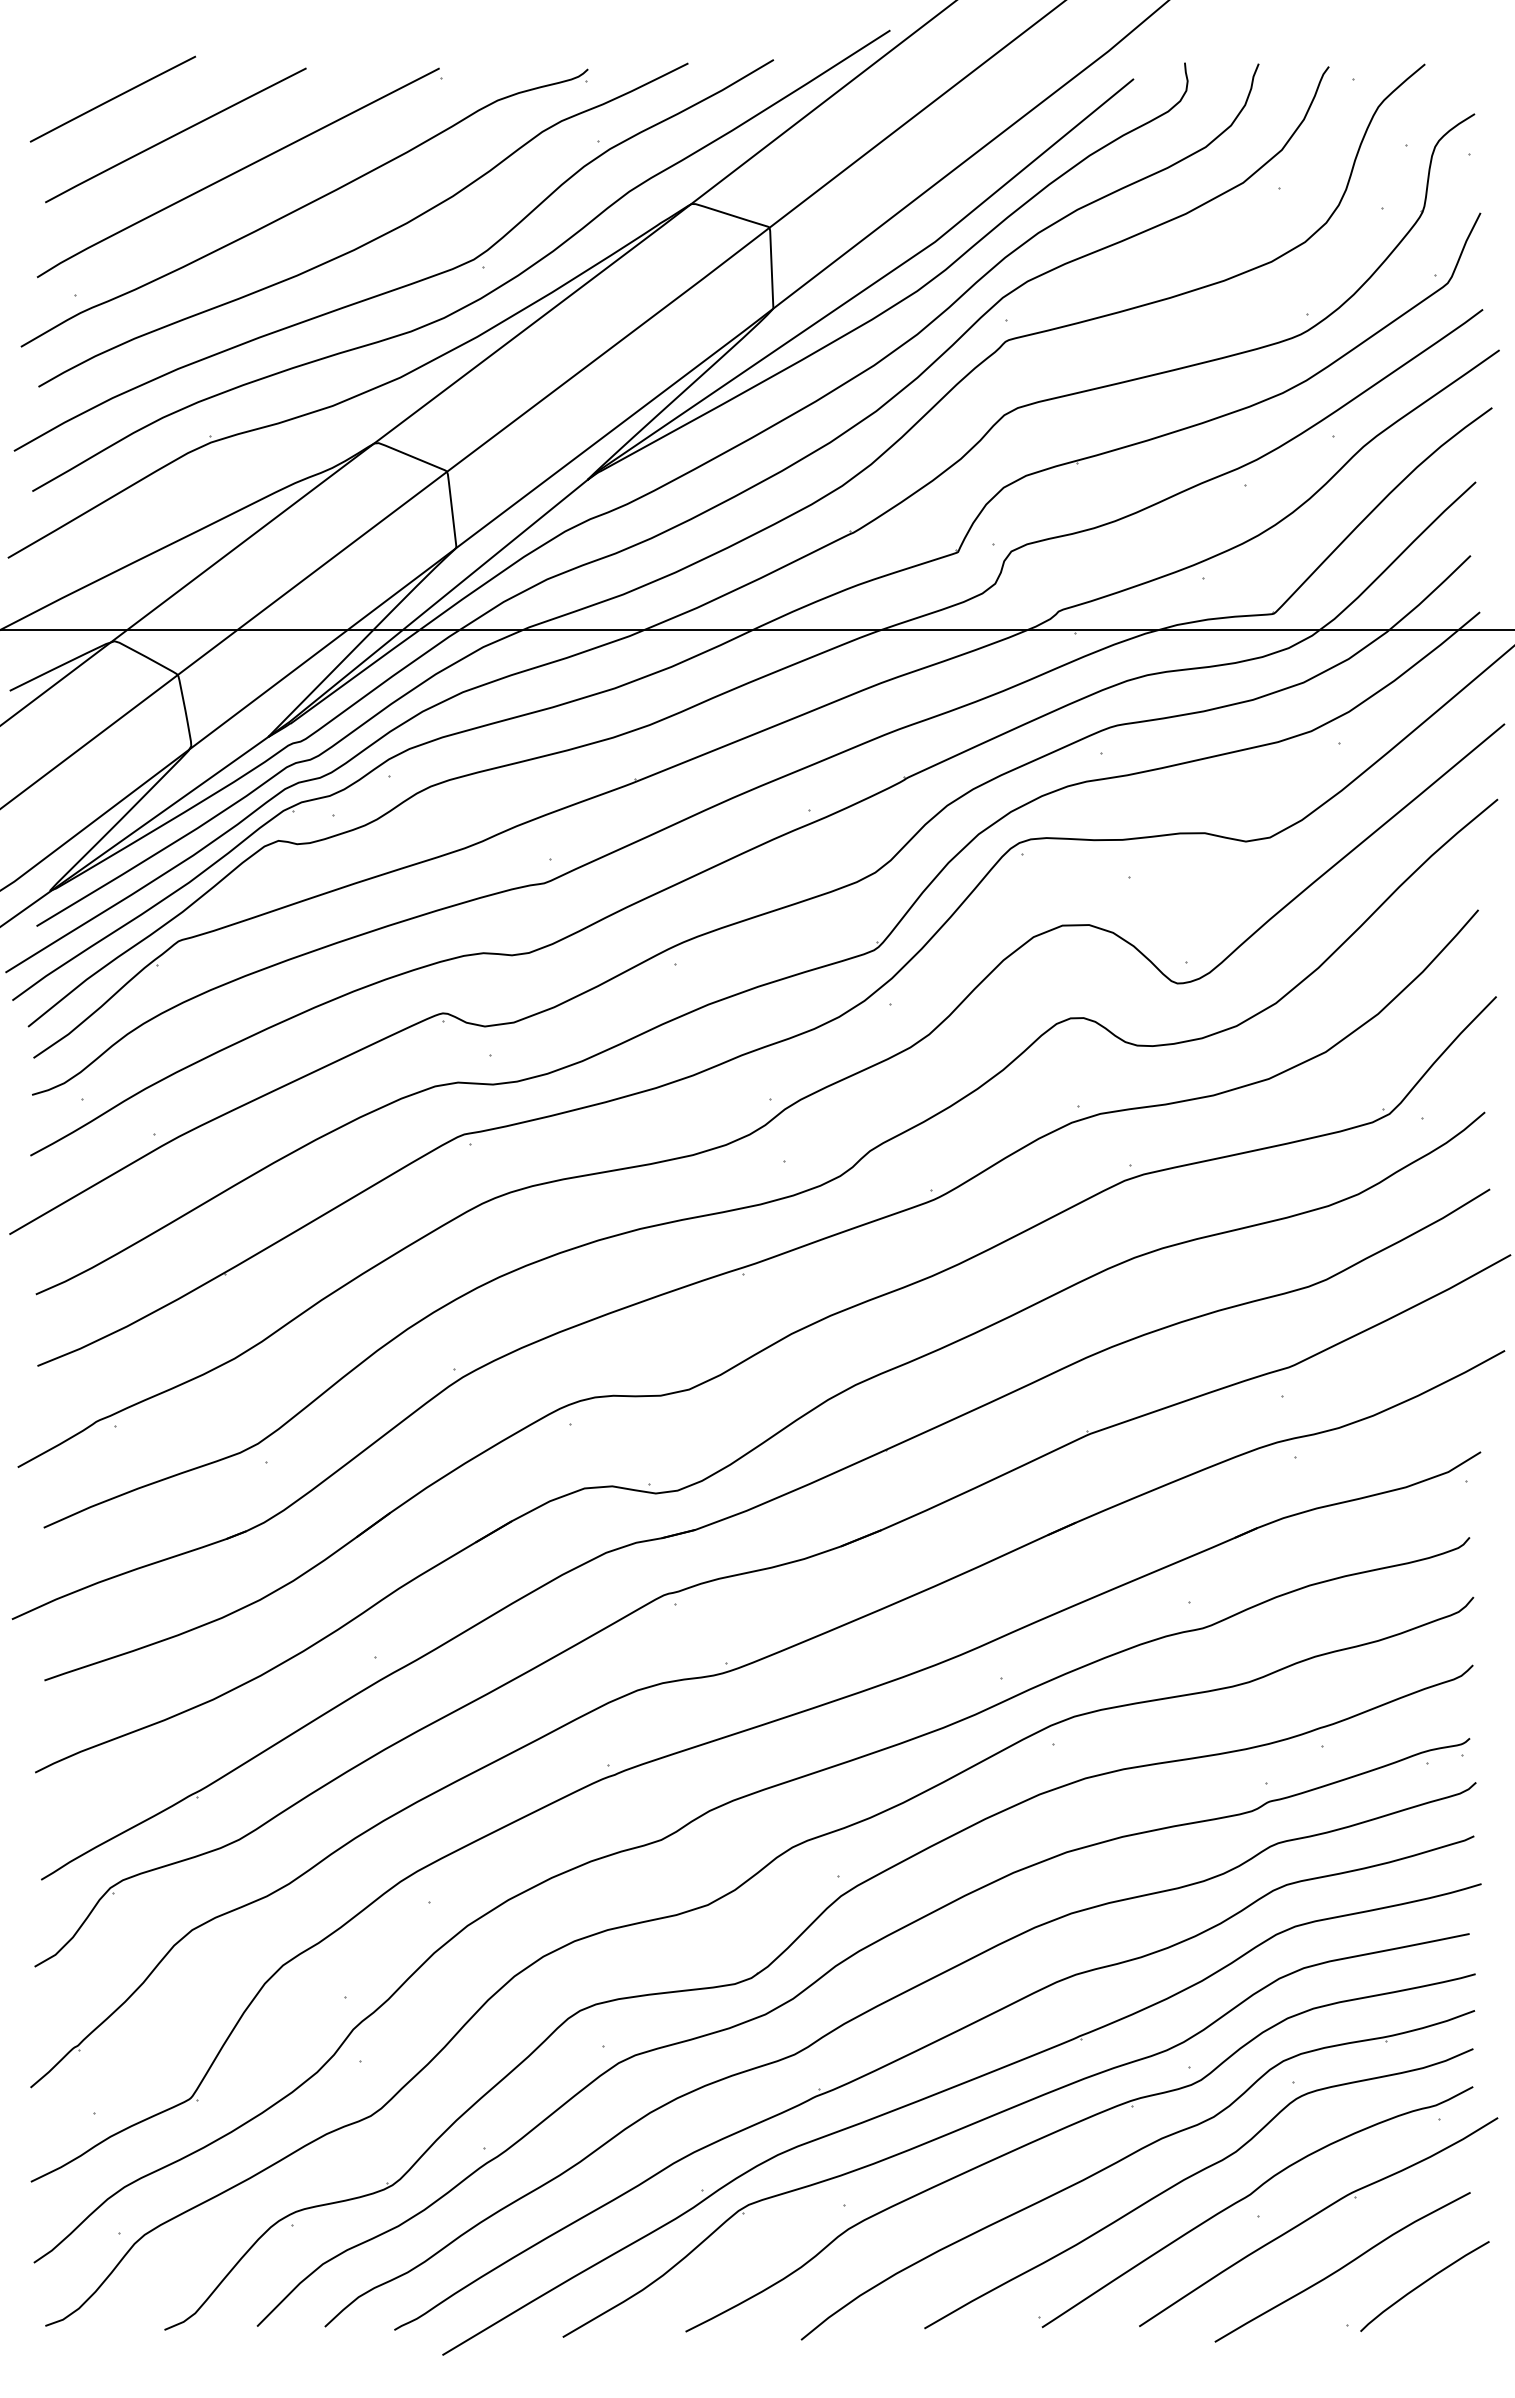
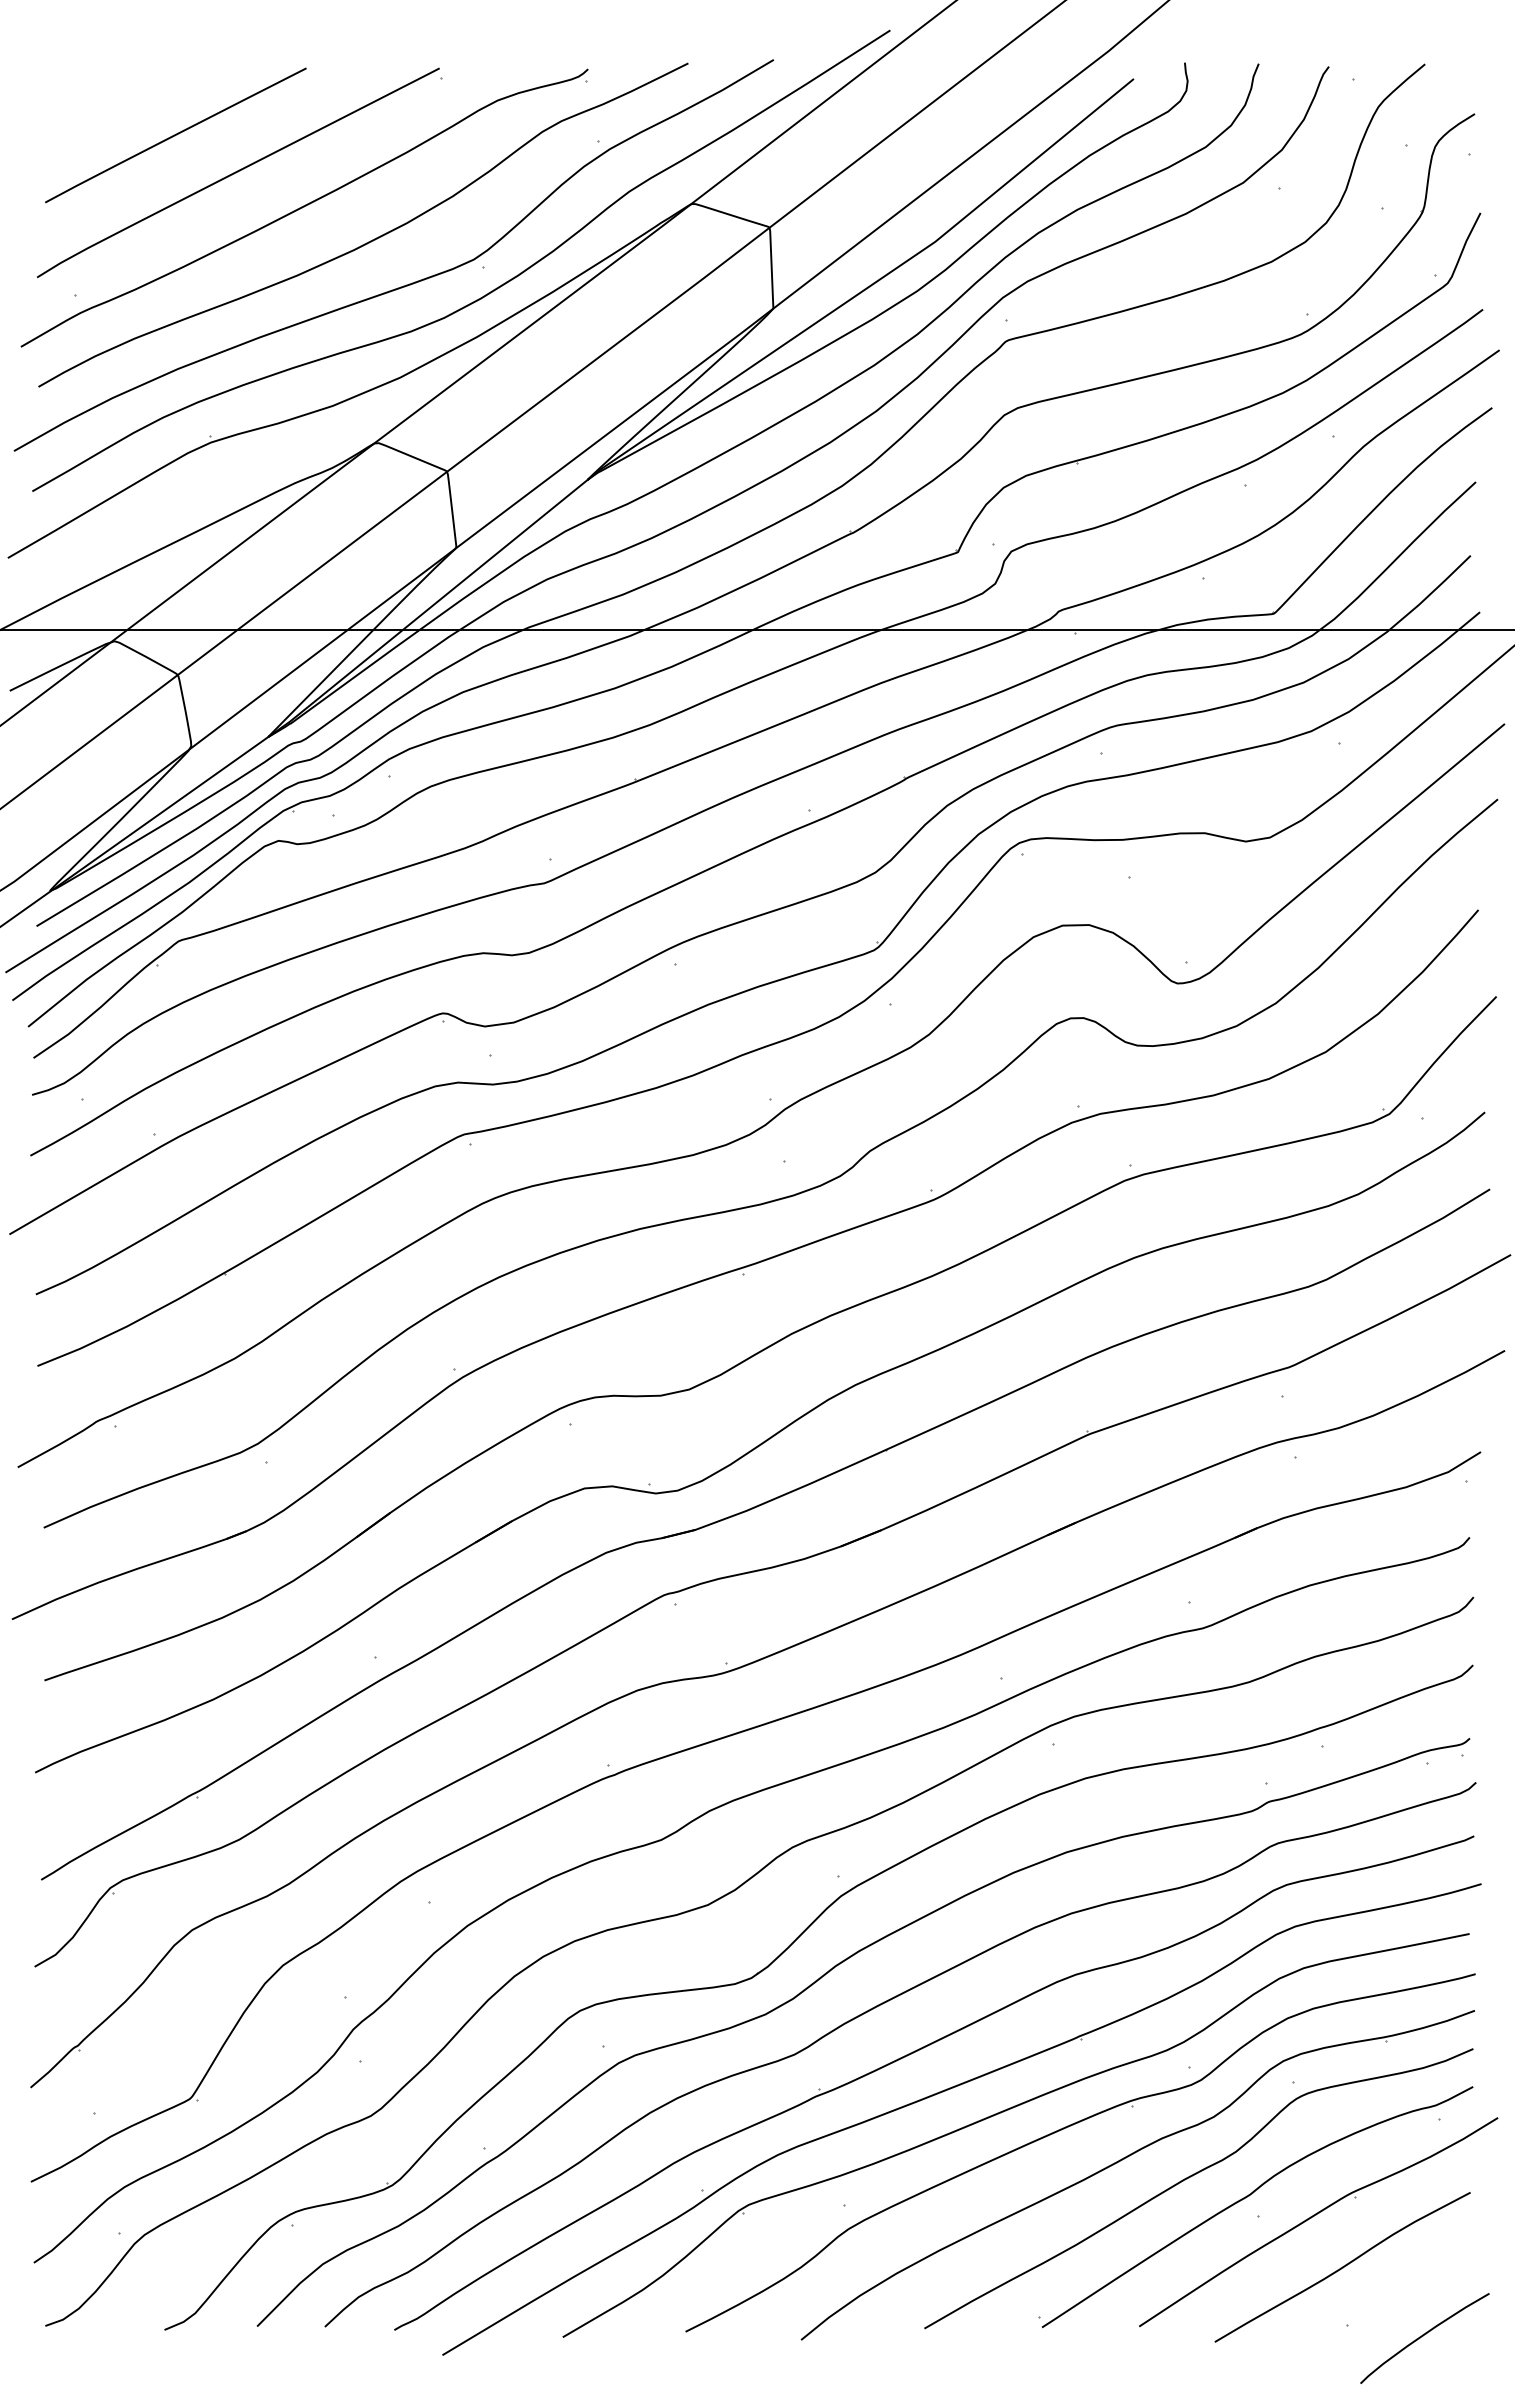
line at (112, 98): present -> none
curve at (1423, 2284) position: (1423, 2284) -> (1423, 2336)
